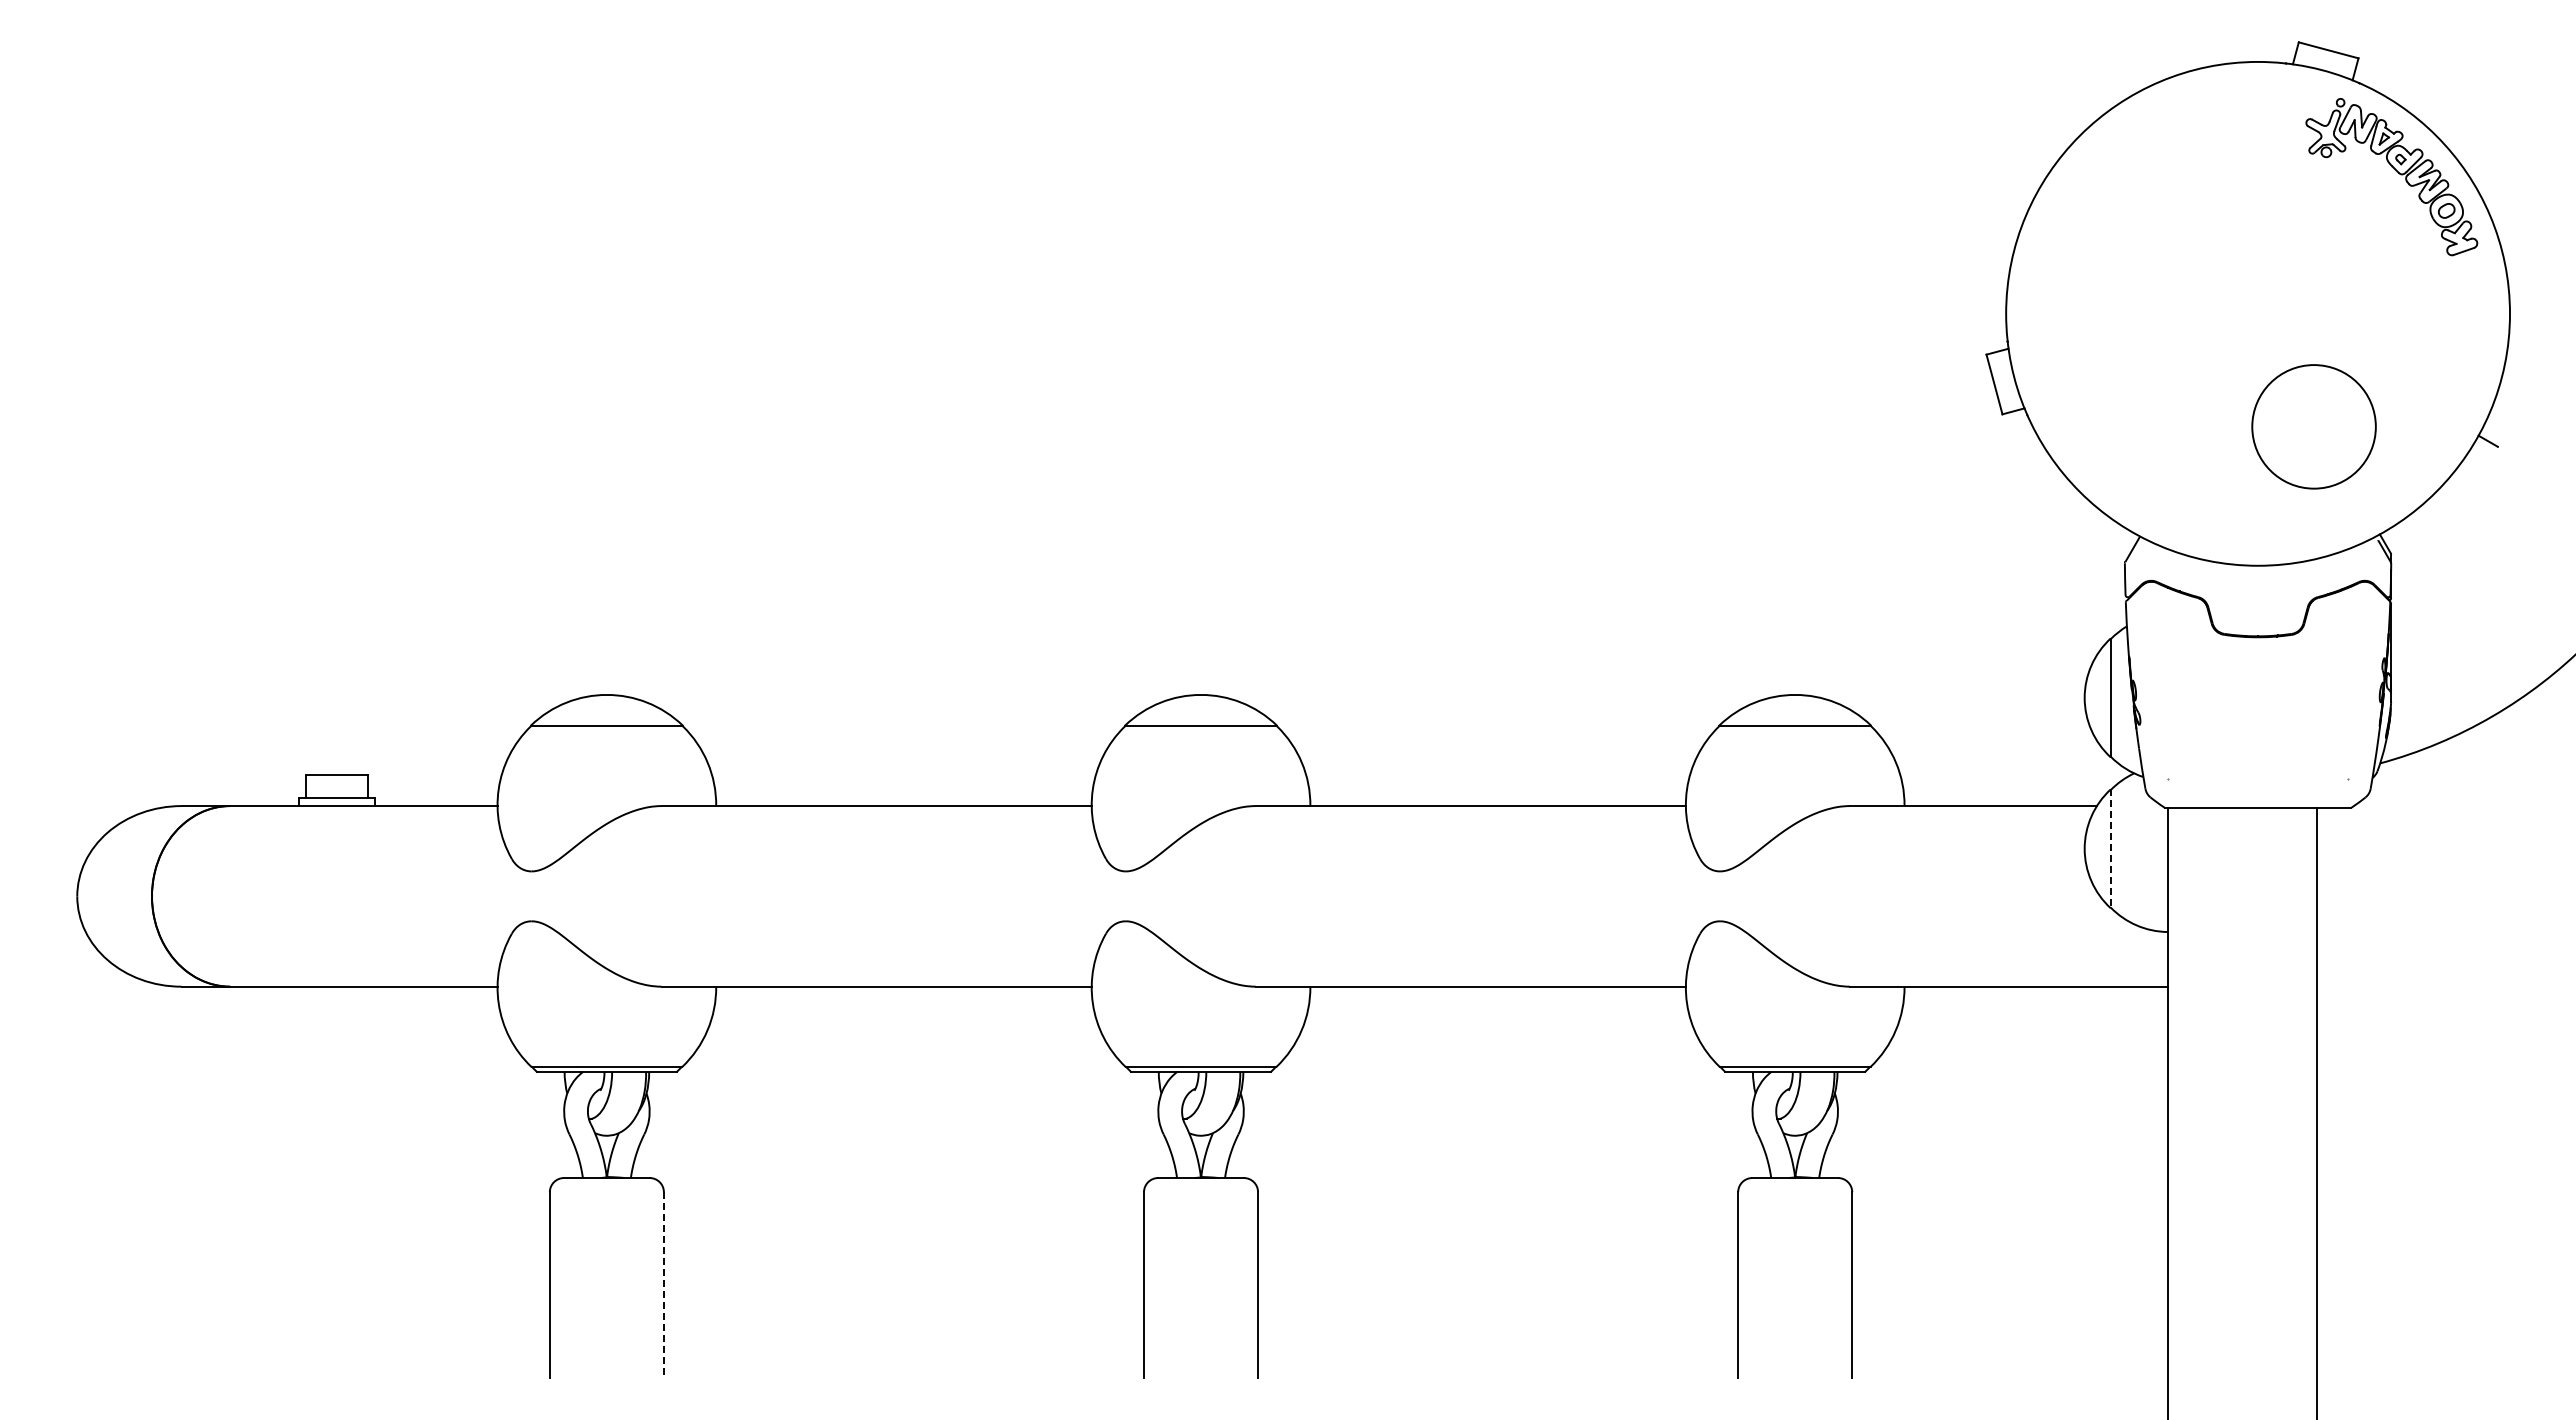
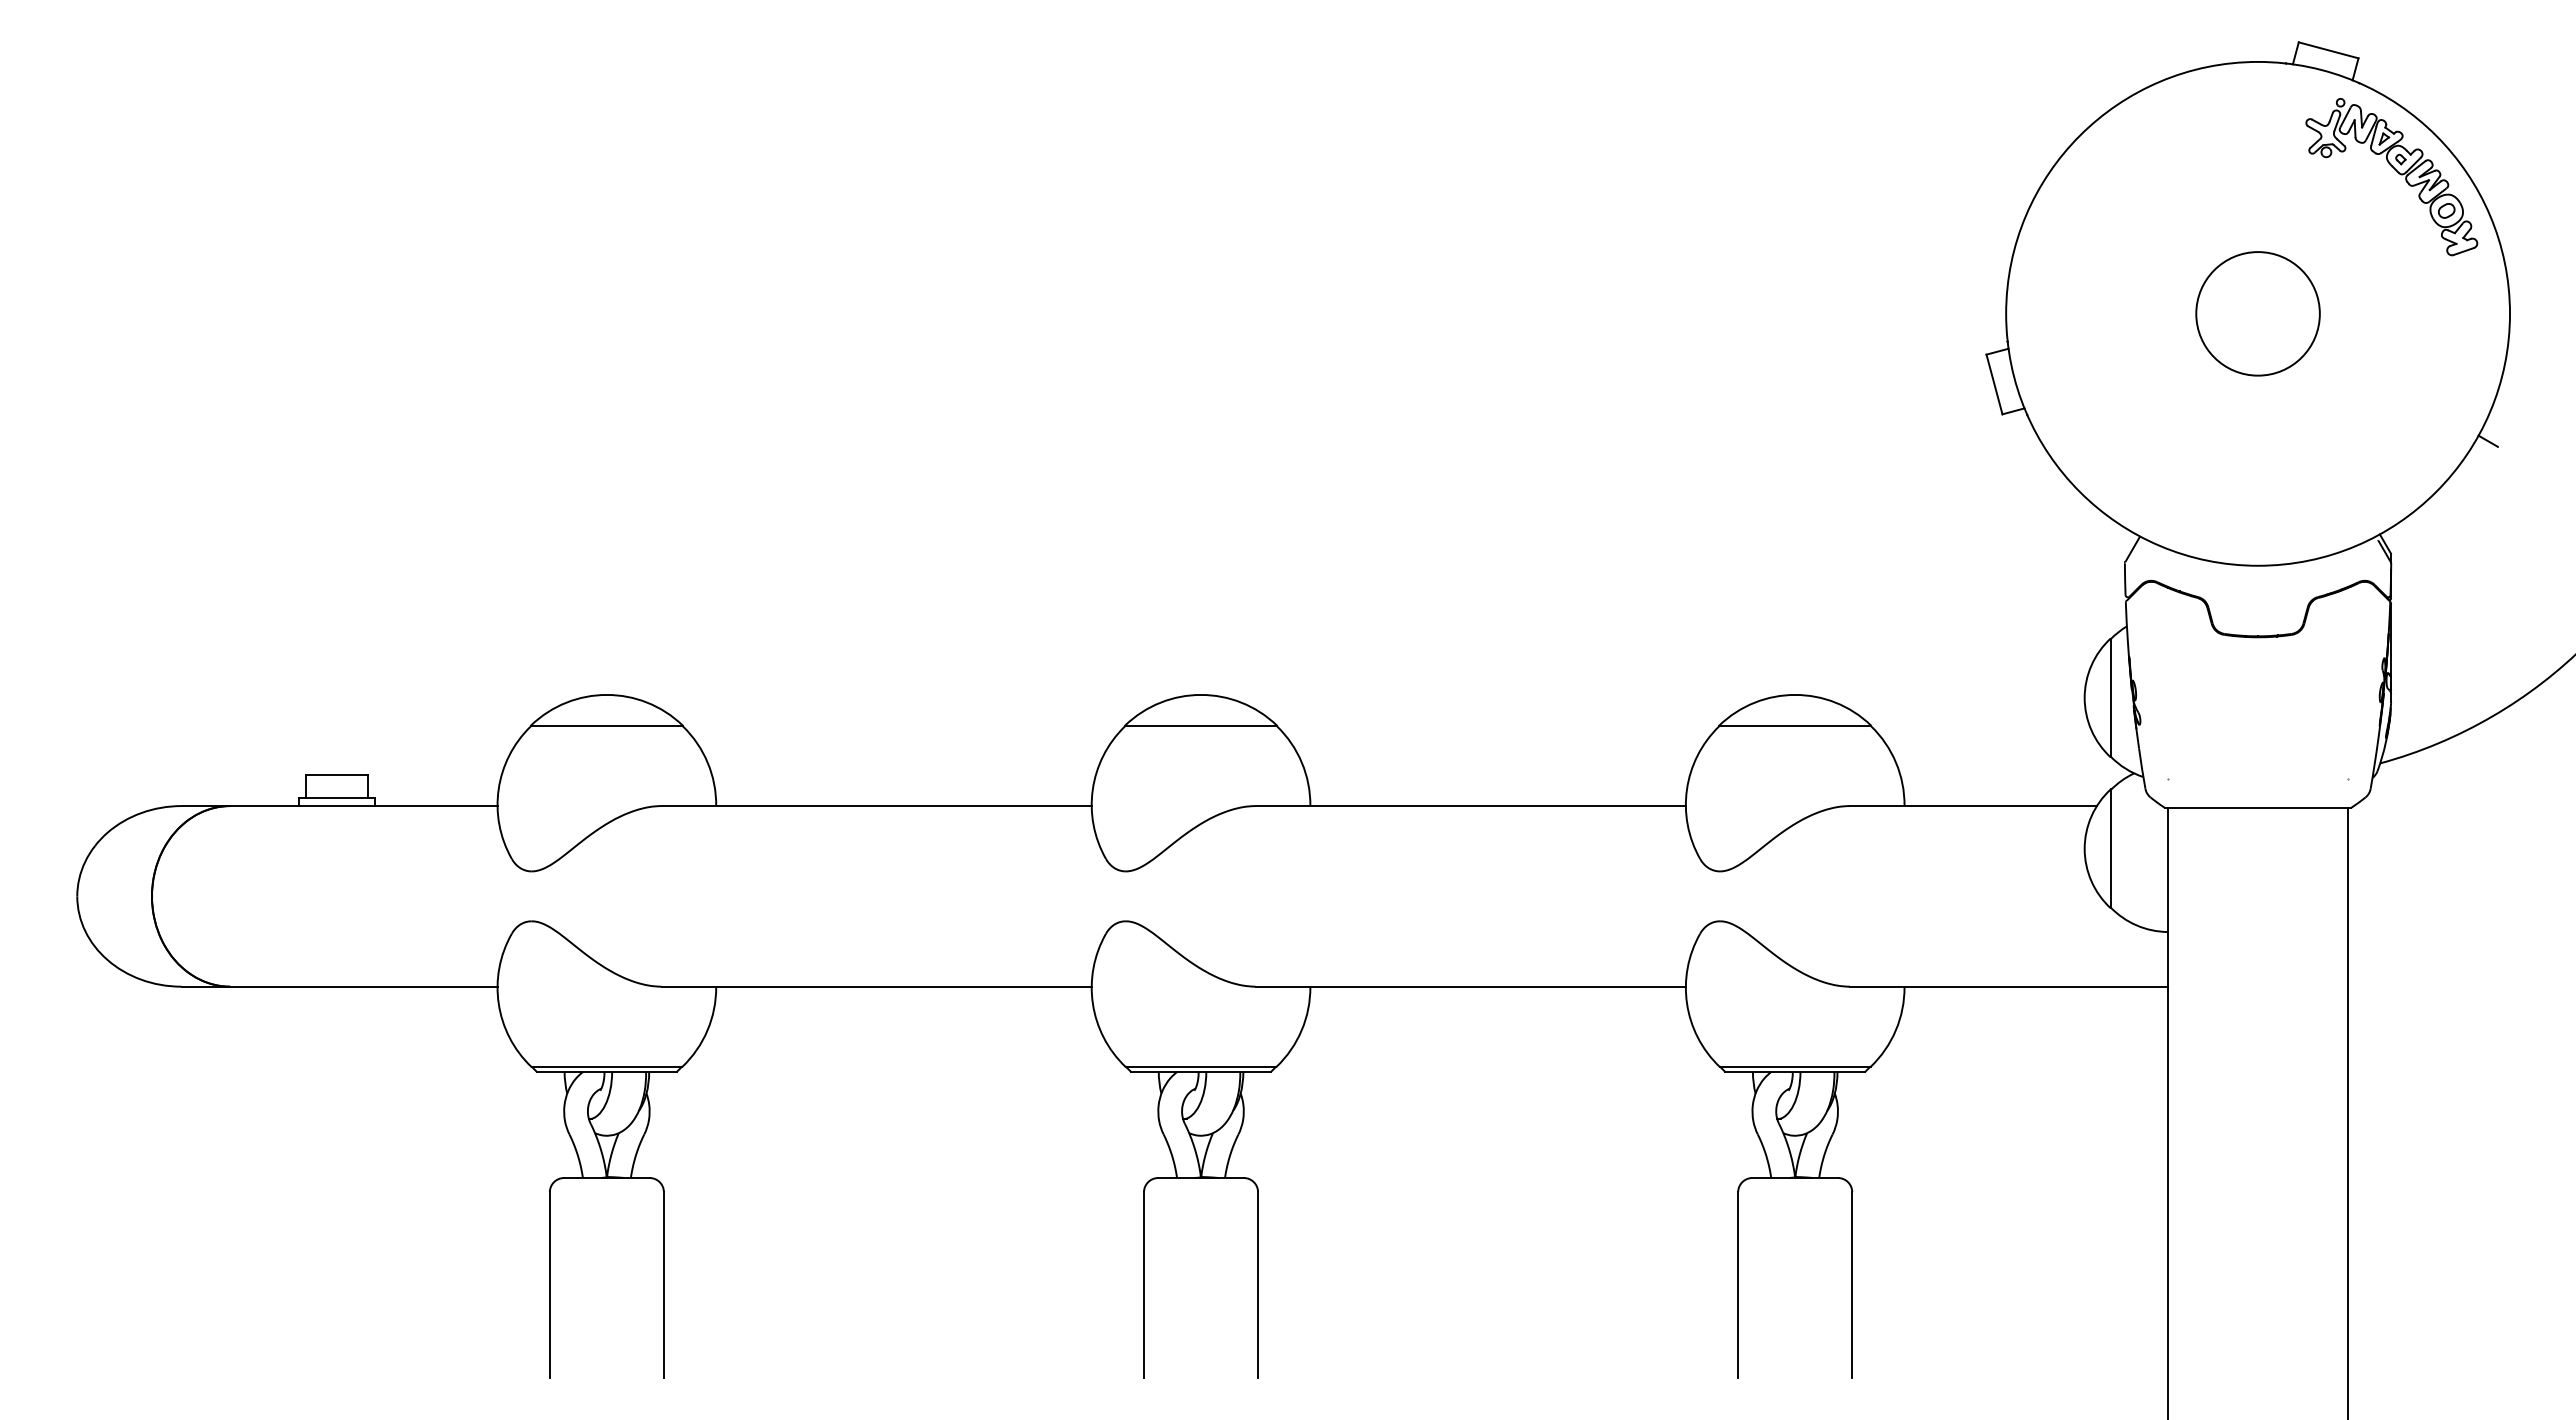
circle at (2313, 426) position: (2313, 426) -> (2257, 313)
line at (2110, 849): dashed -> solid
line at (2317, 1112) position: (2317, 1112) -> (2348, 1112)
line at (663, 1284): dashed -> solid
